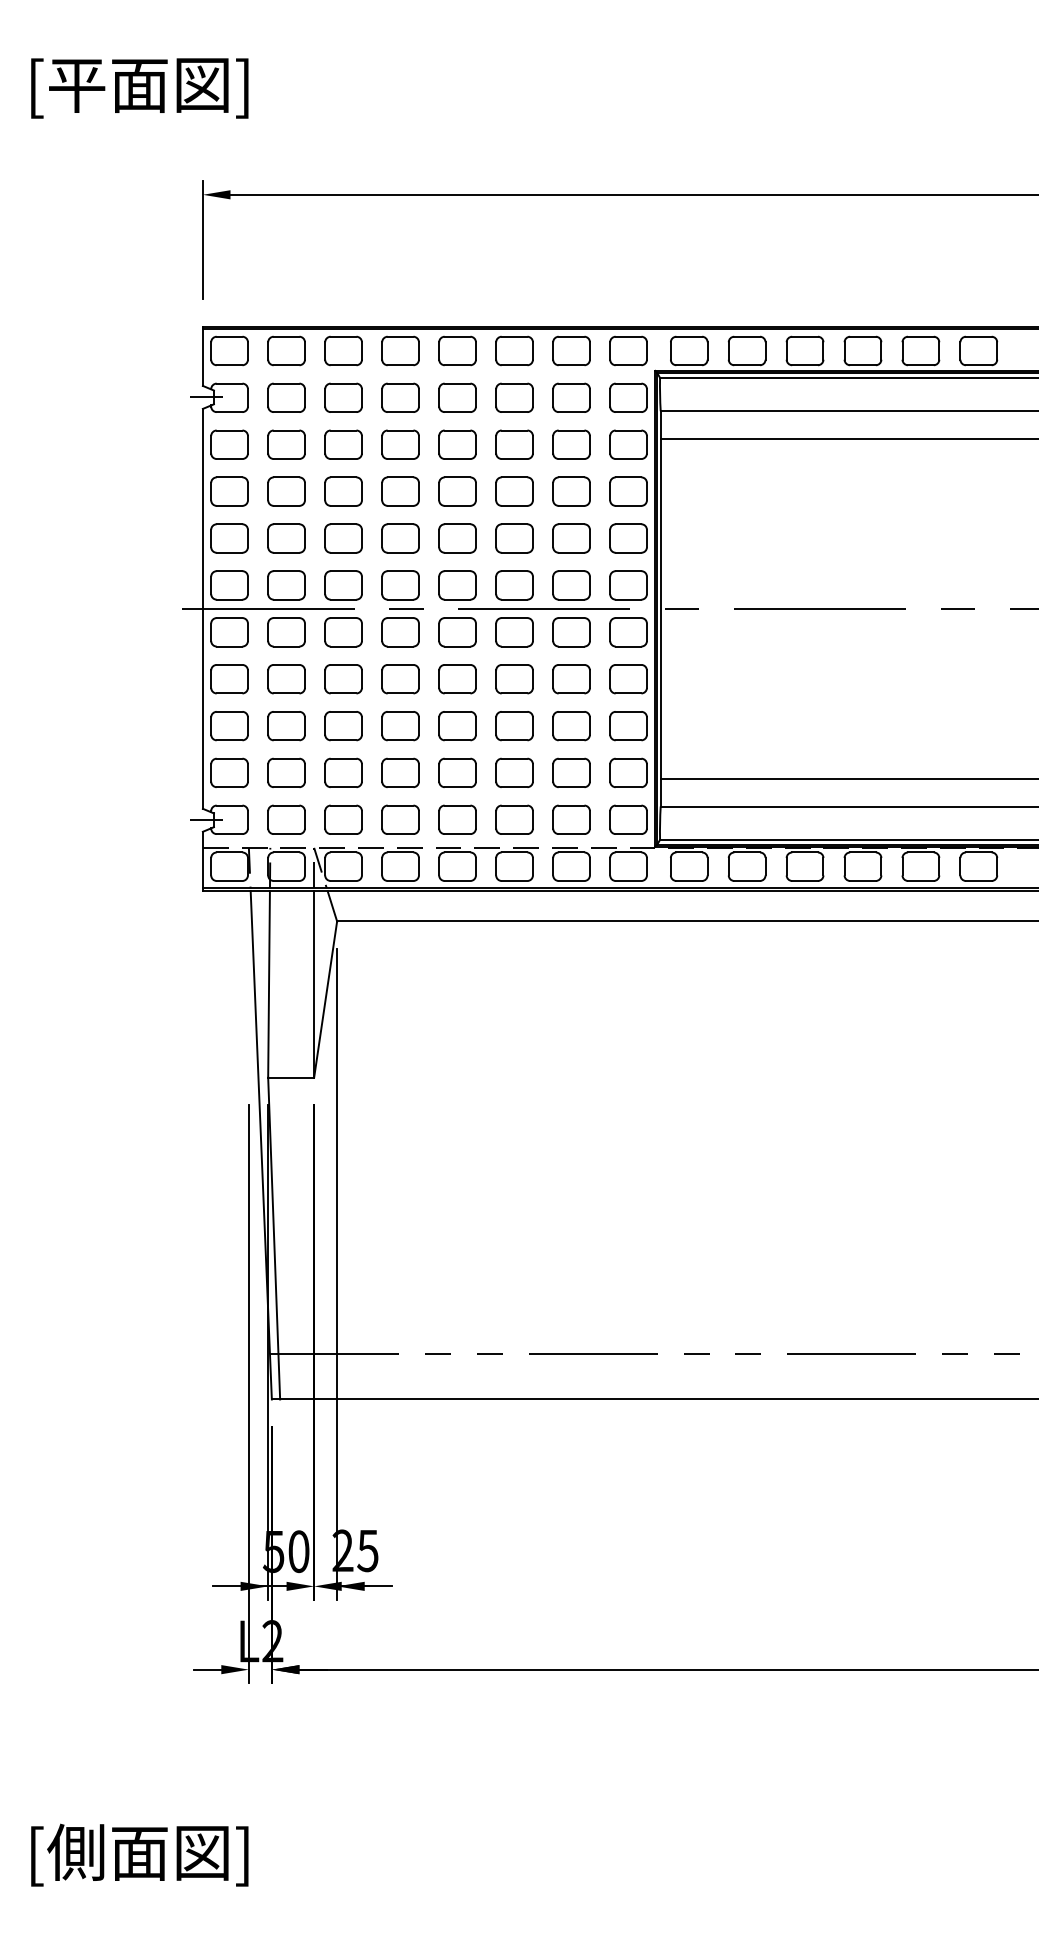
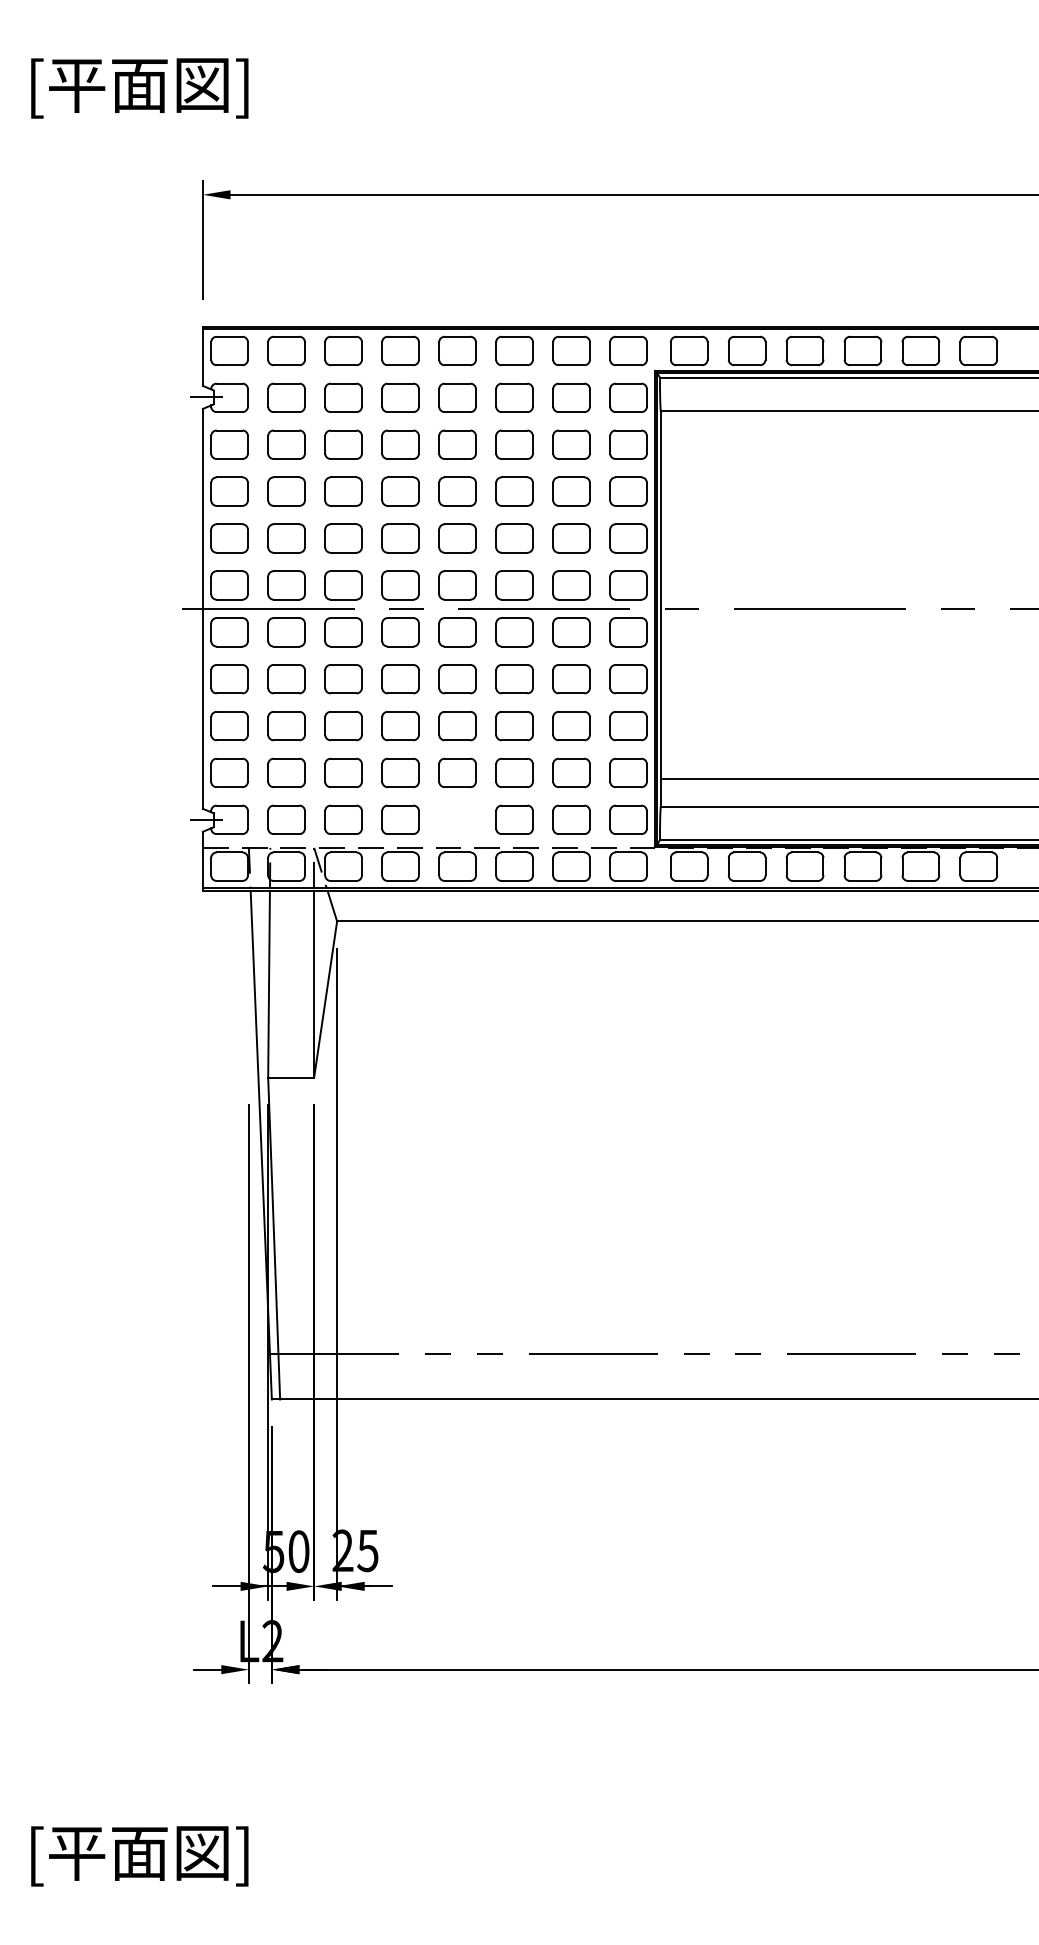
line at (847, 438): present -> none
part at (457, 819): present -> none
text at (76, 1851): [側面図] -> [平面図]
